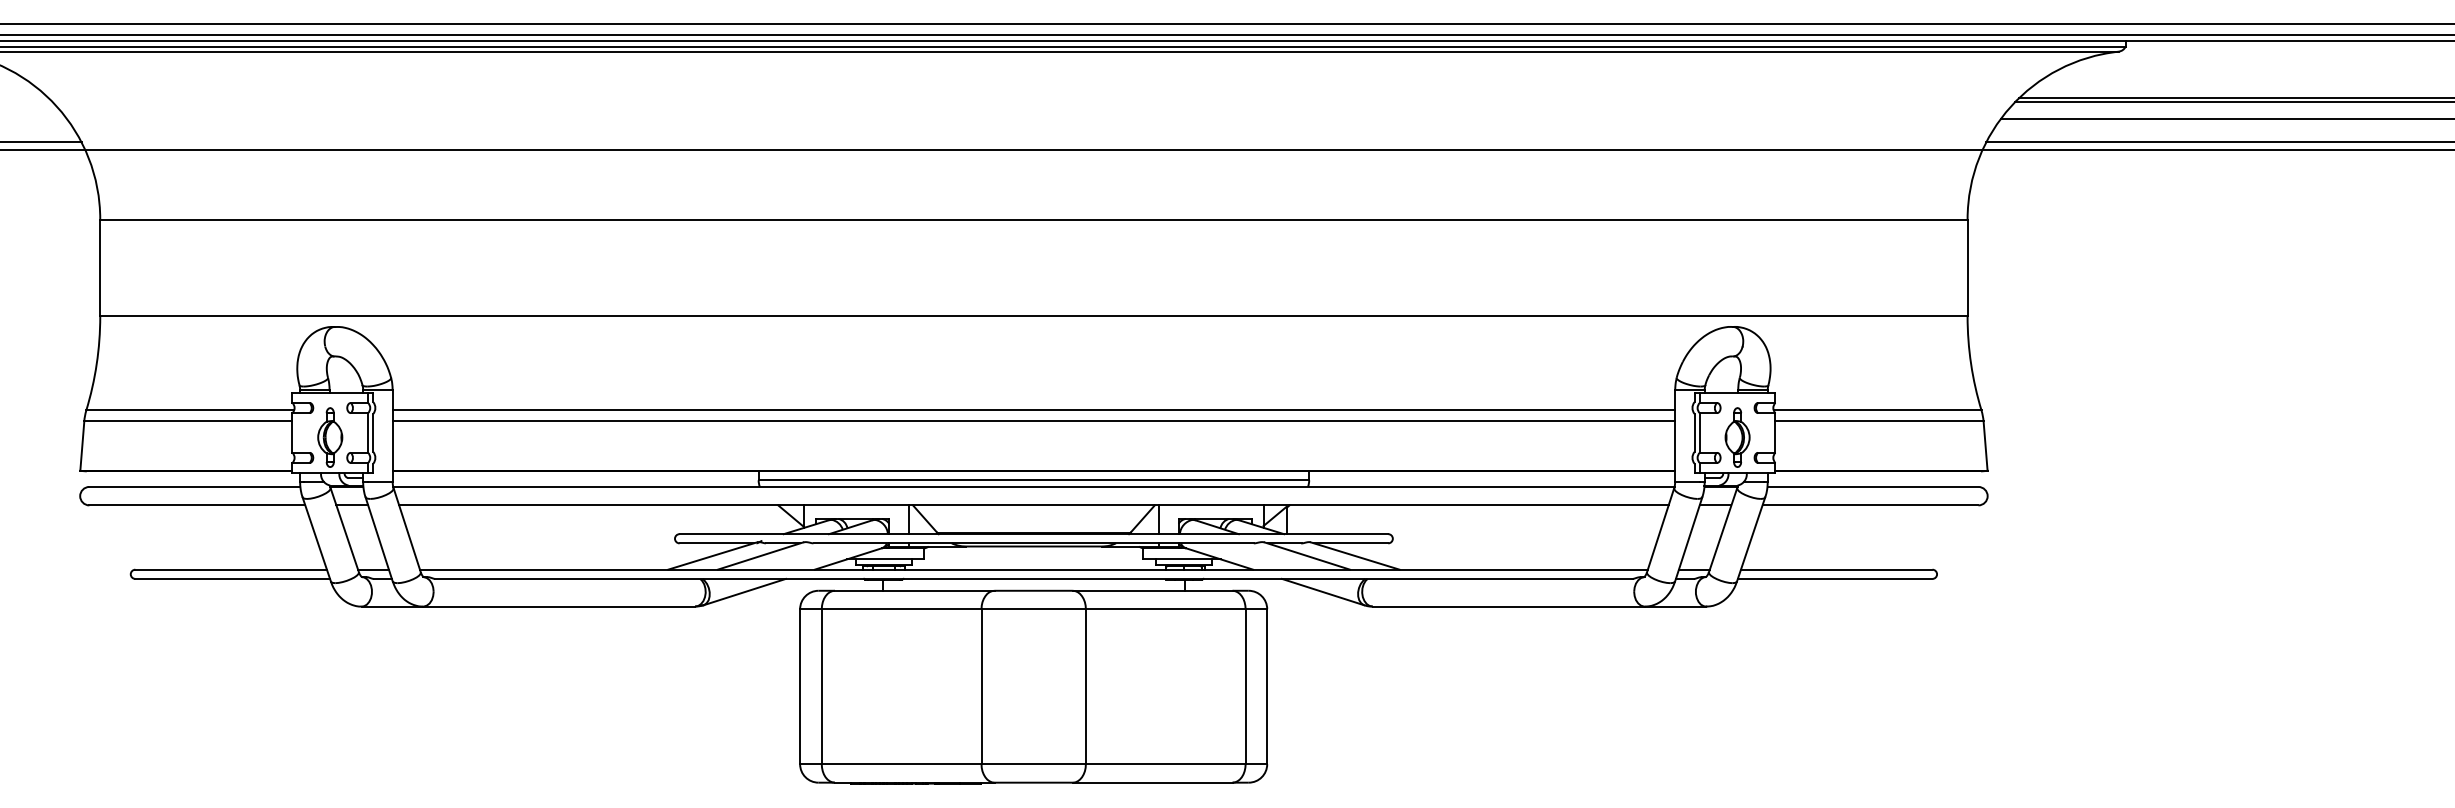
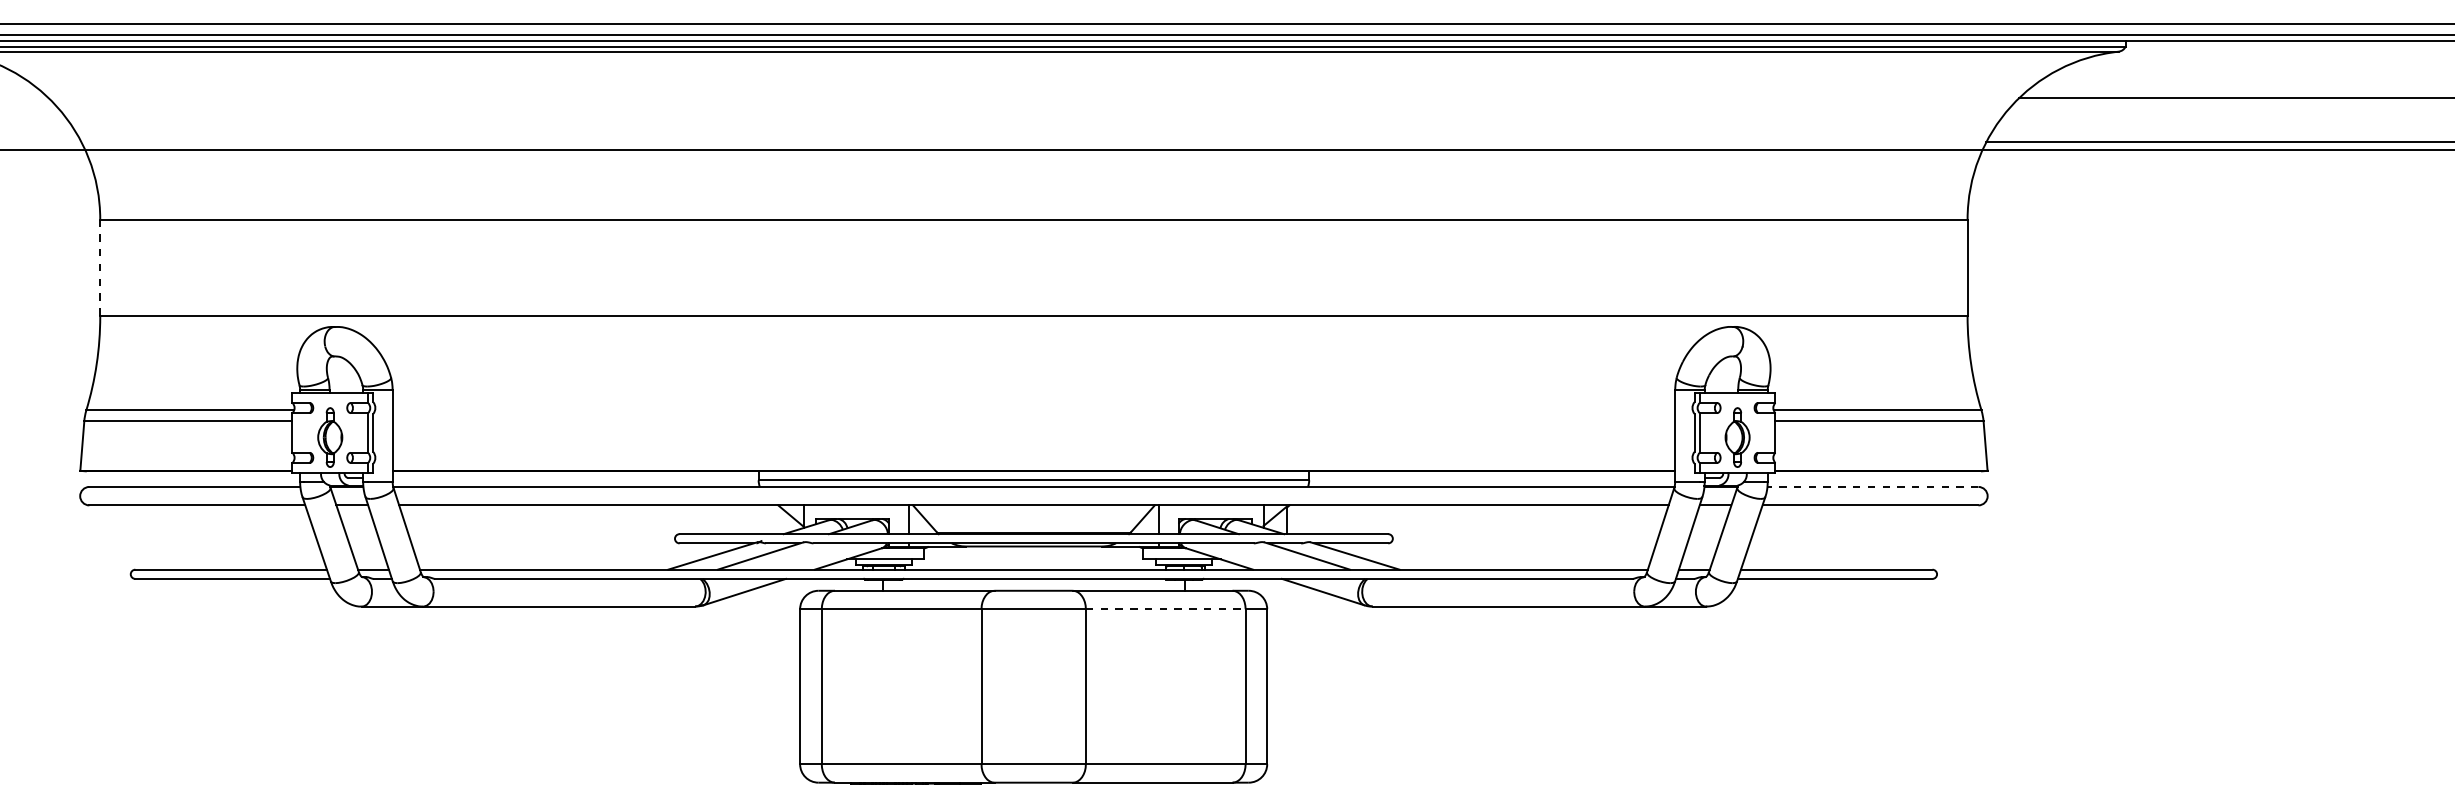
line at (2233, 101): present -> none
line at (2225, 119): present -> none
line at (41, 142): present -> none
line at (100, 268): solid -> dashed
line at (1033, 410): present -> none
line at (1033, 421): present -> none
line at (1872, 486): solid -> dashed
line at (1165, 609): solid -> dashed
